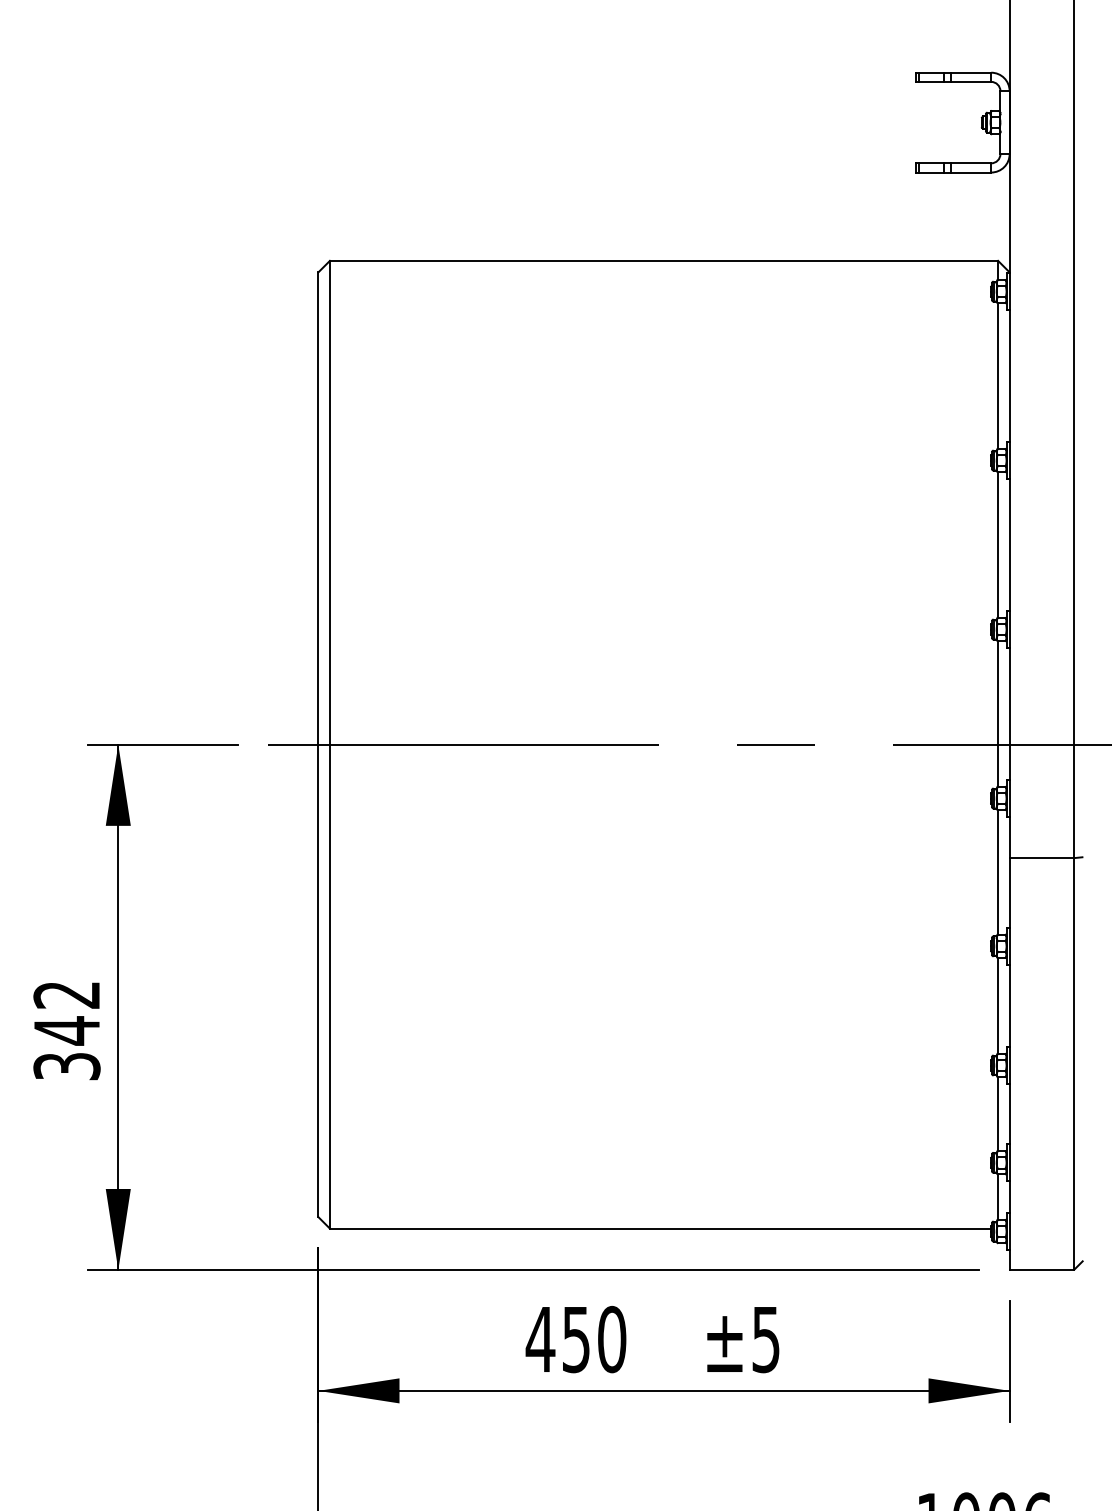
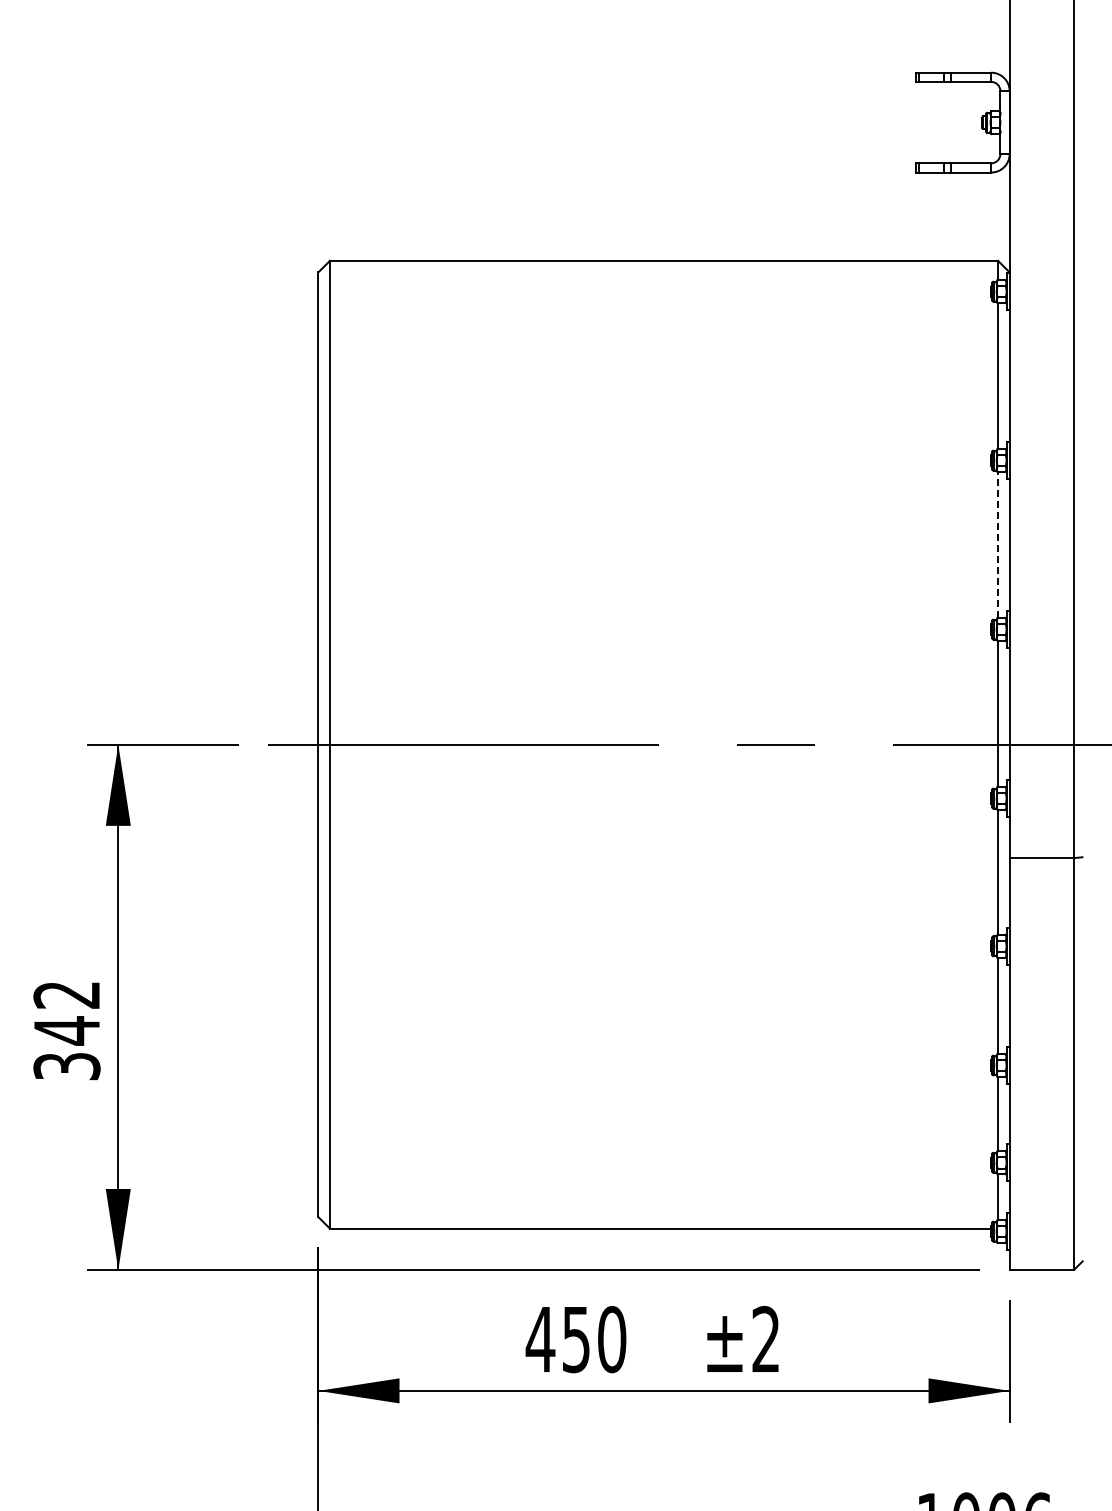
line at (998, 545): solid -> dashed
text at (765, 1339): ±5 -> ±2
